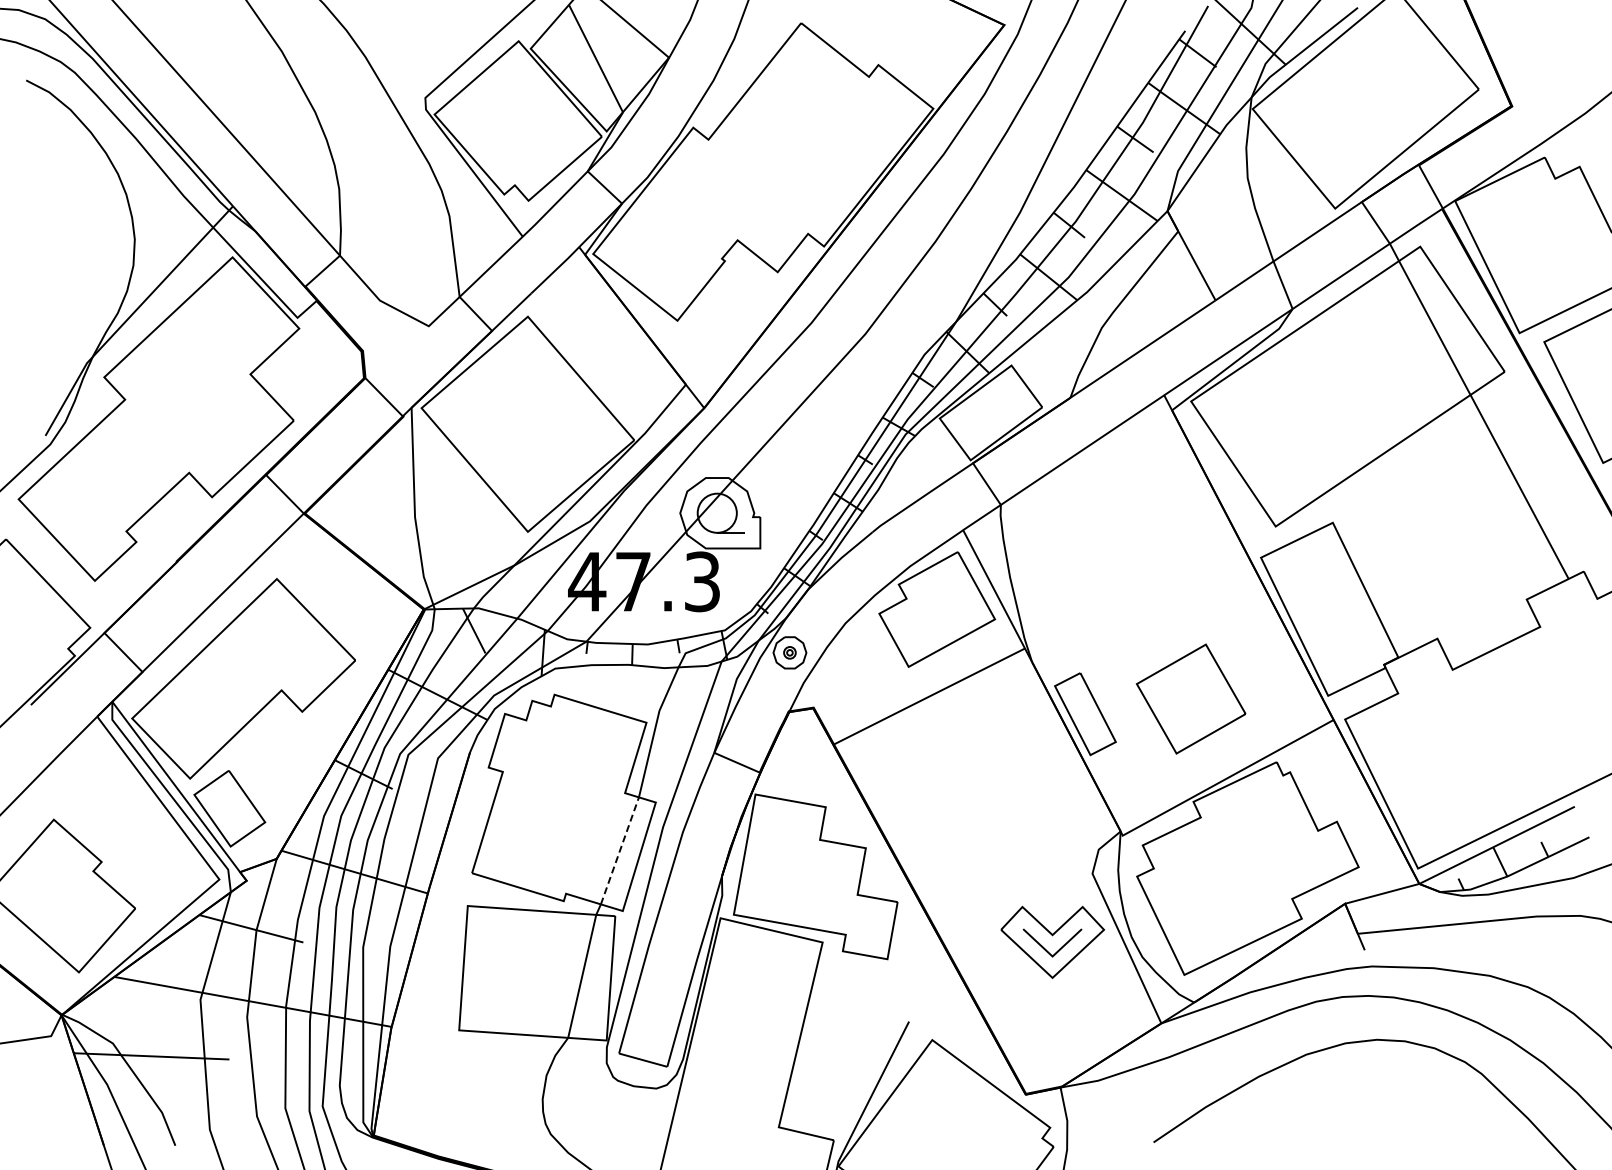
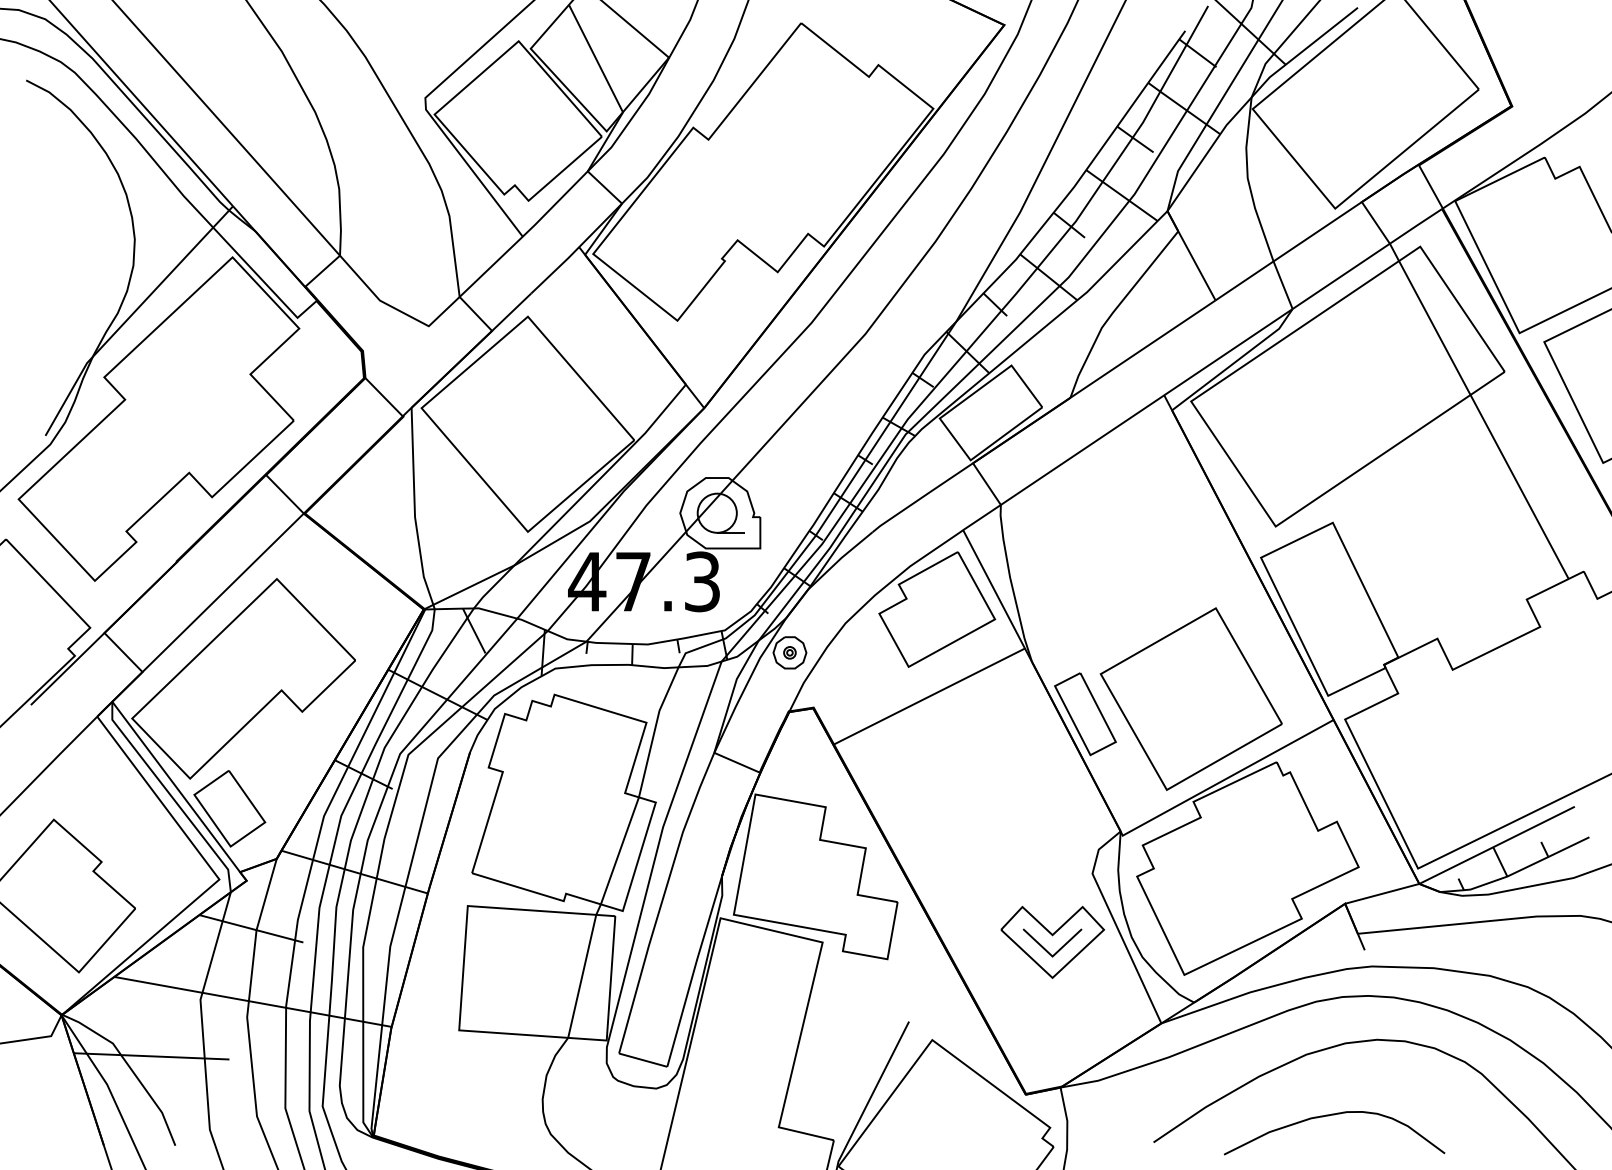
part at (1190, 698) size: 112x112 px -> 184x184 px
line at (619, 850): dashed -> solid
curve at (1329, 1116): none -> present
